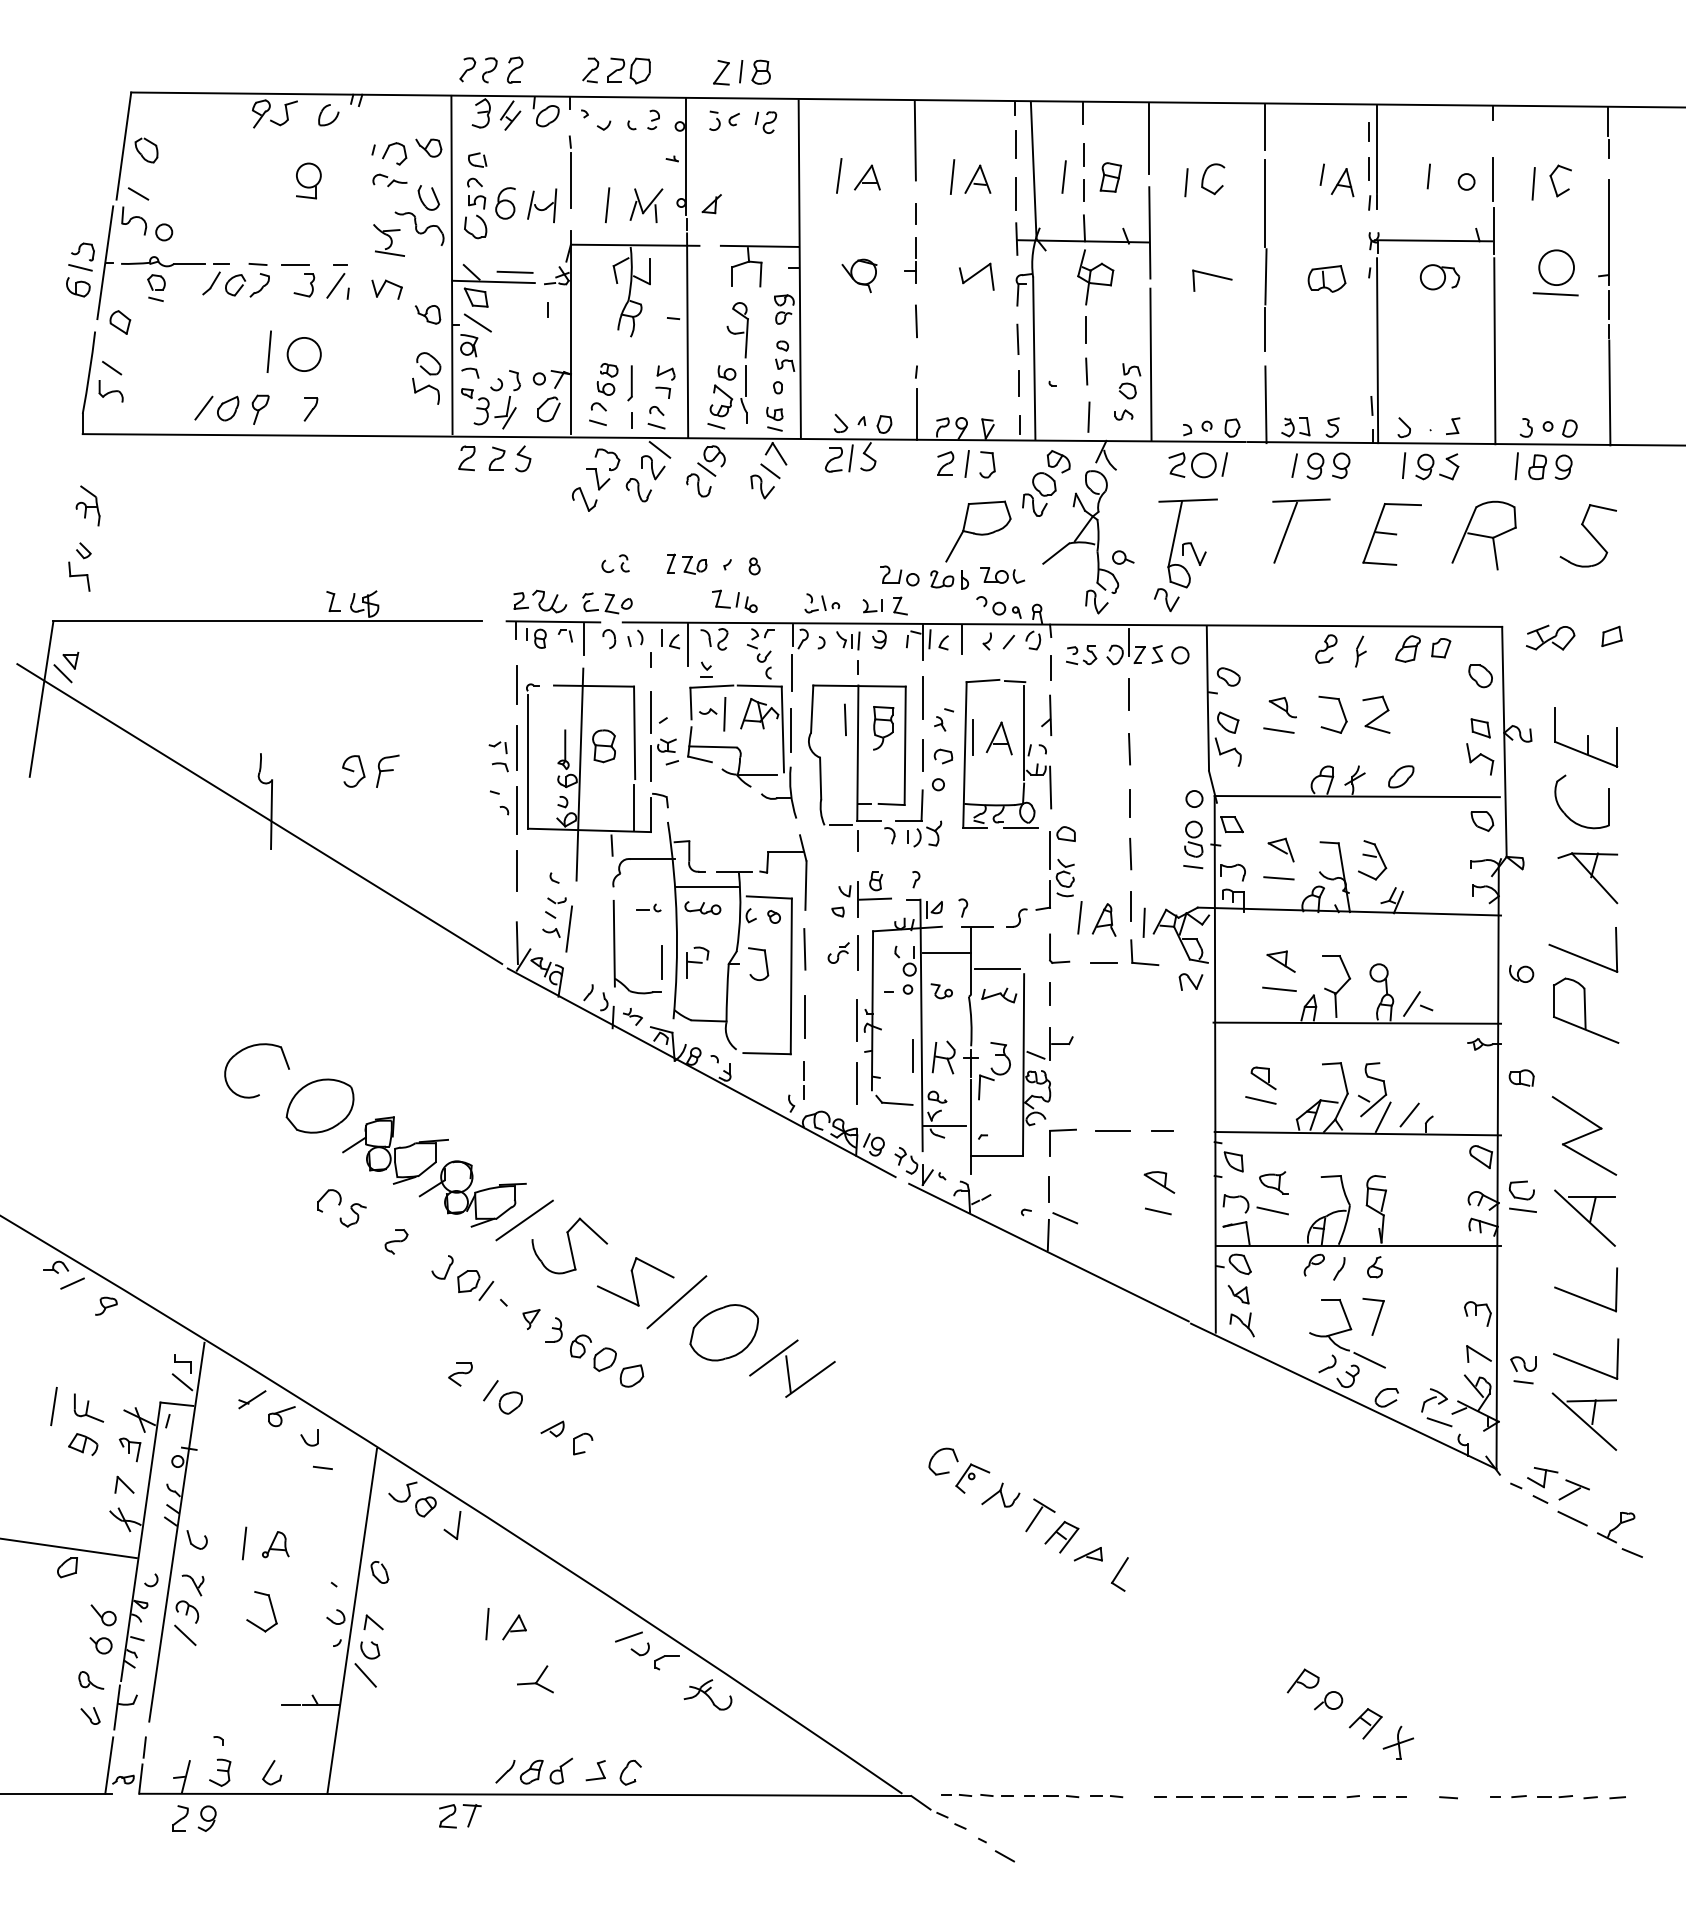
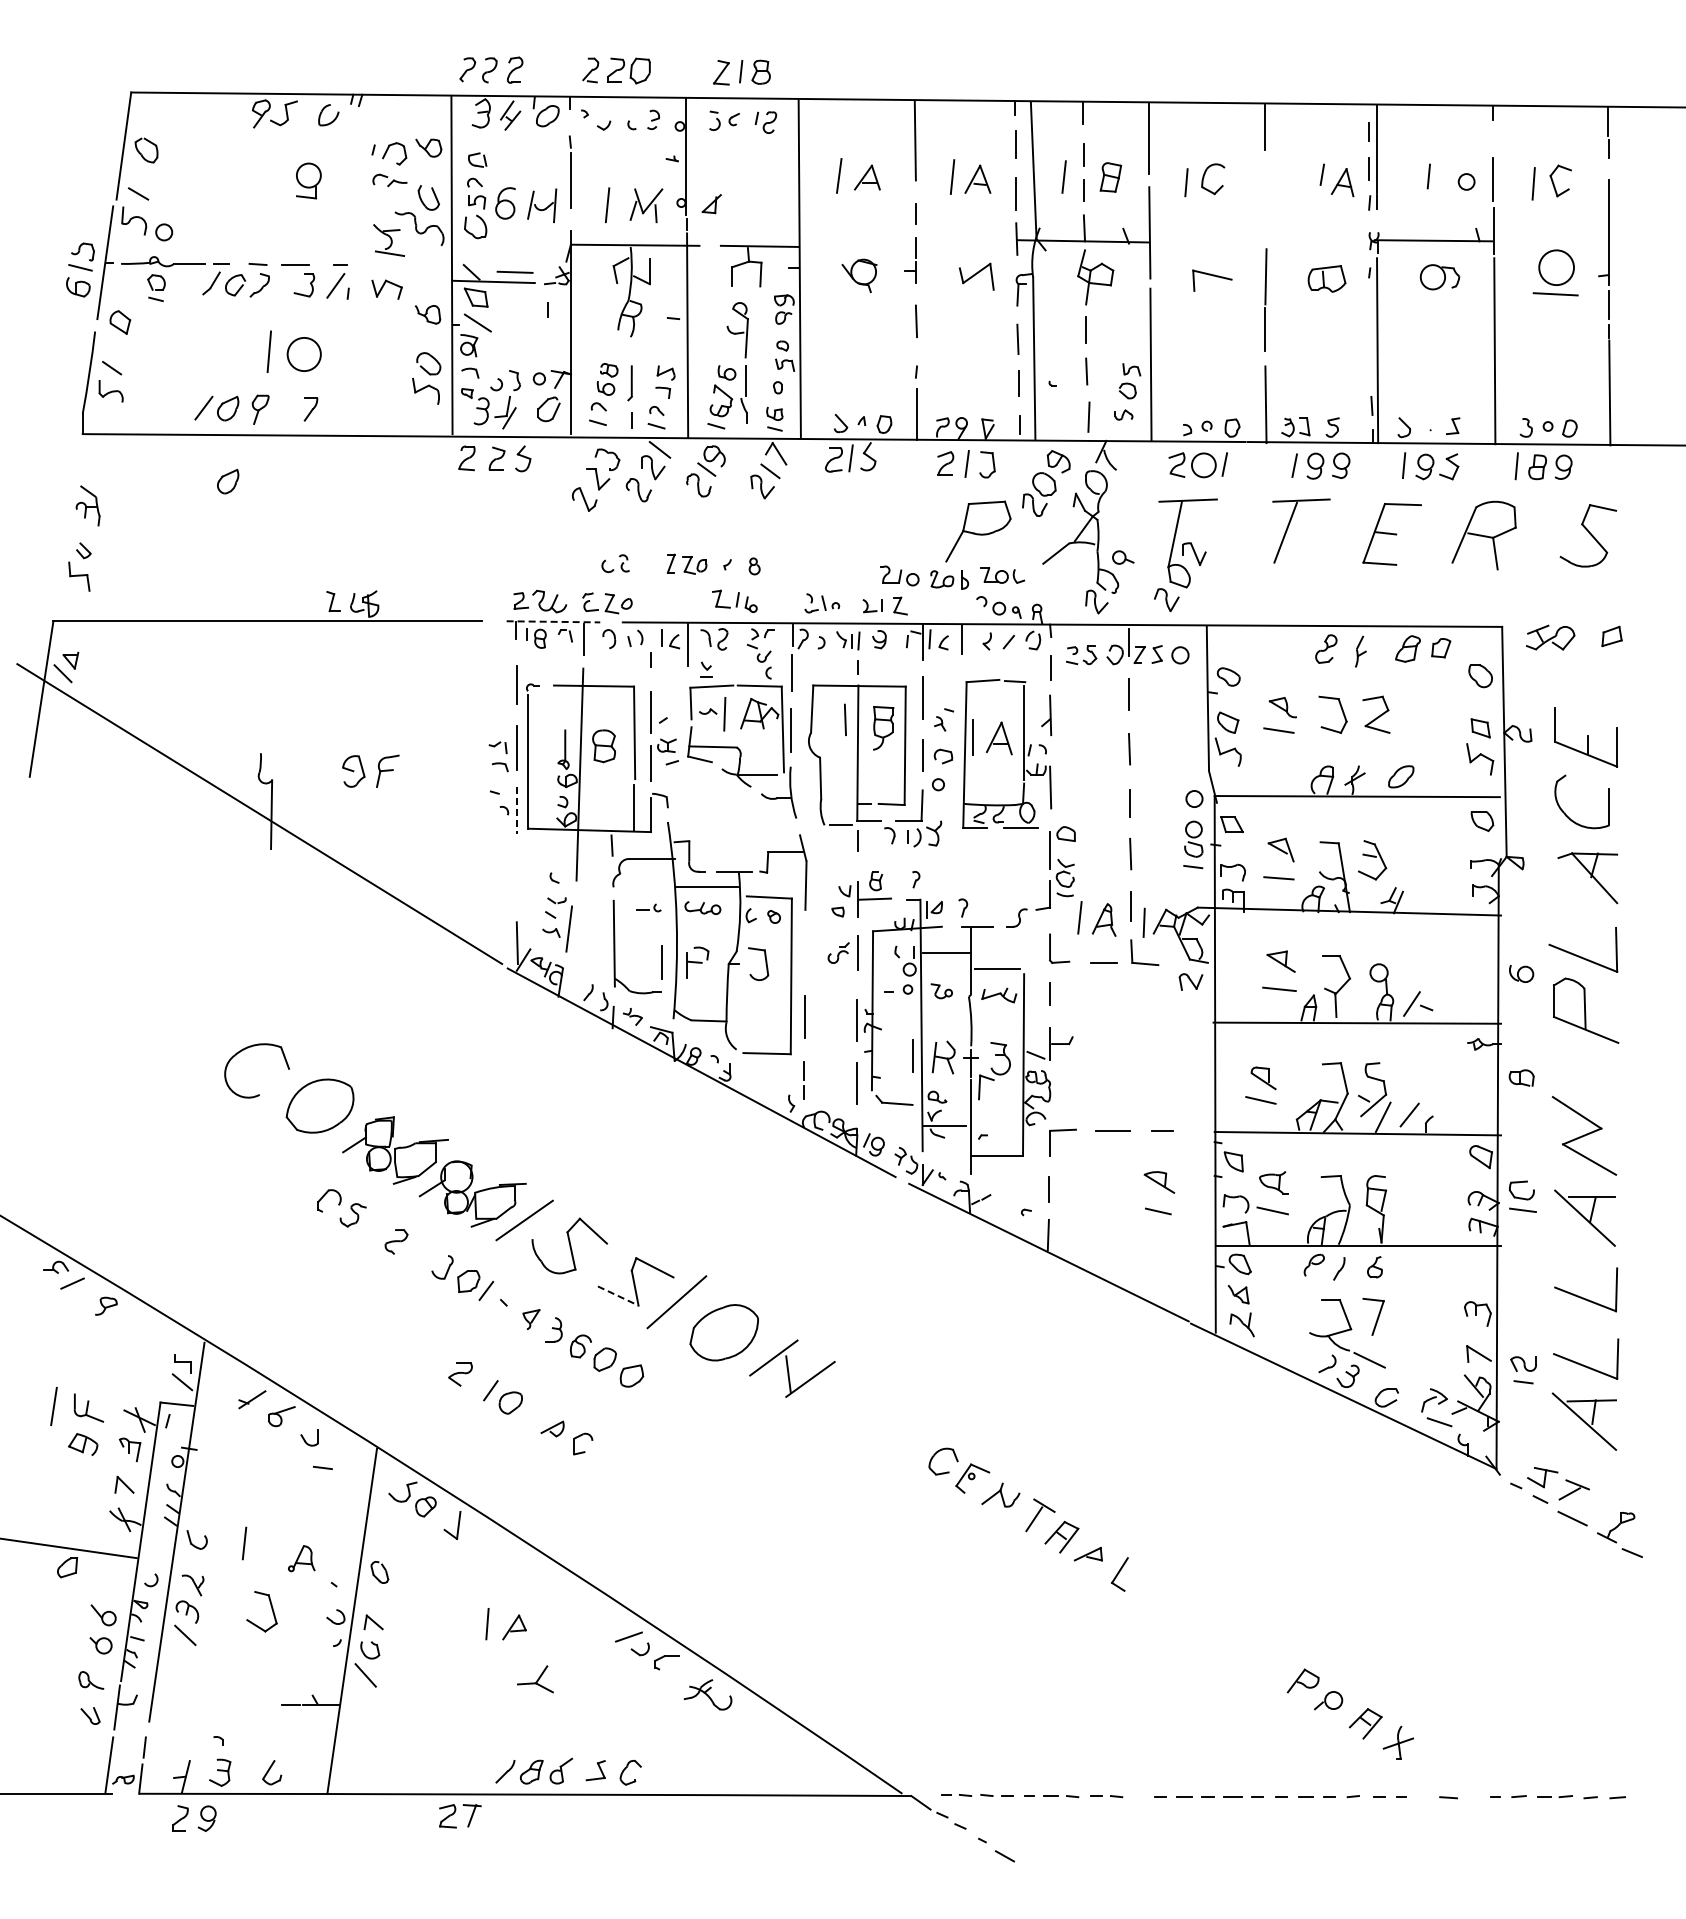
line at (1265, 203): present -> none
part at (228, 481): none -> present
line at (553, 621): solid -> dashed
line at (516, 810): solid -> dashed
line at (516, 870): present -> none
line at (804, 949): present -> none
line at (1065, 1218): present -> none
line at (618, 1296): solid -> dashed
part at (275, 1544) position: (275, 1544) -> (301, 1558)
